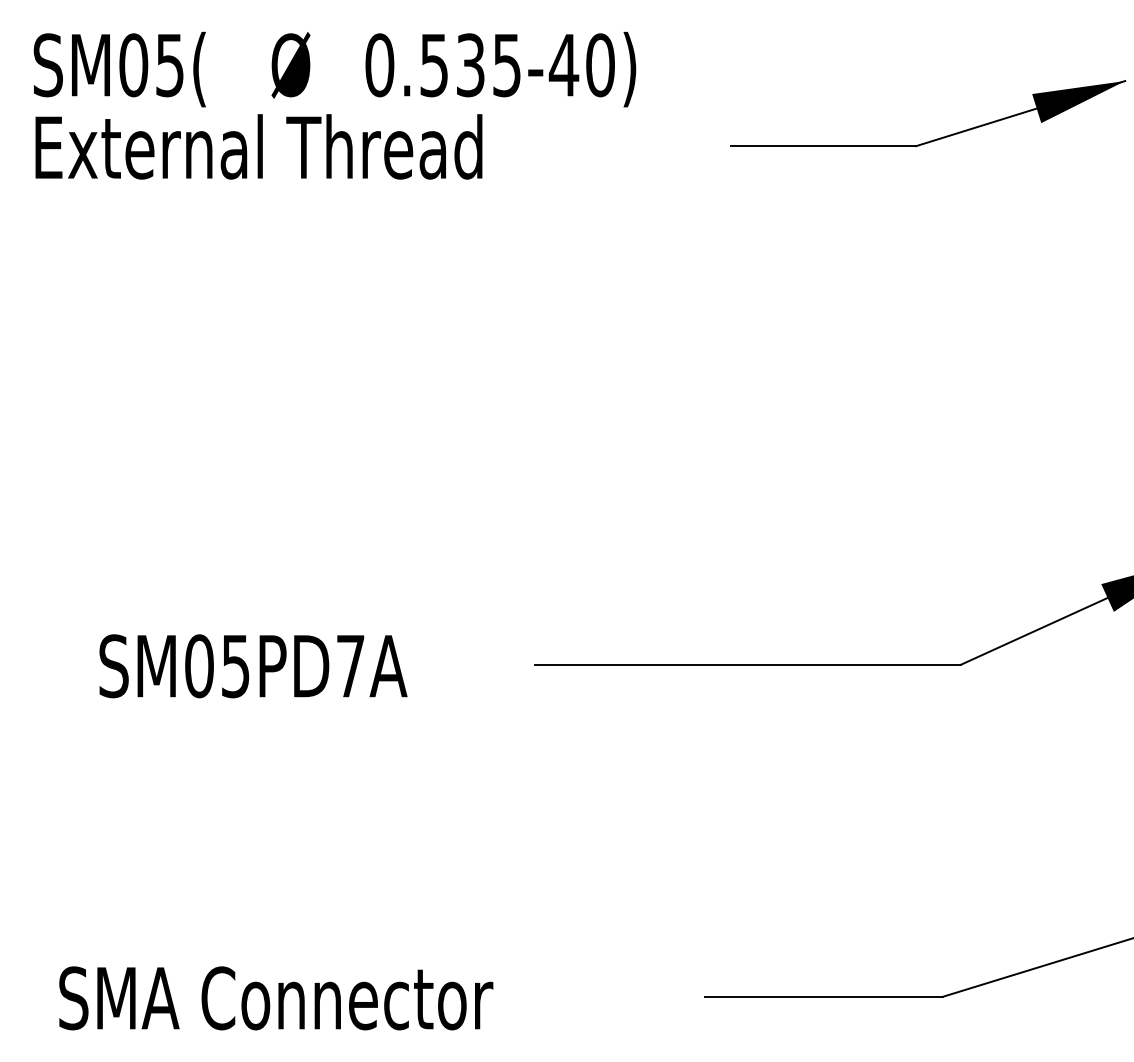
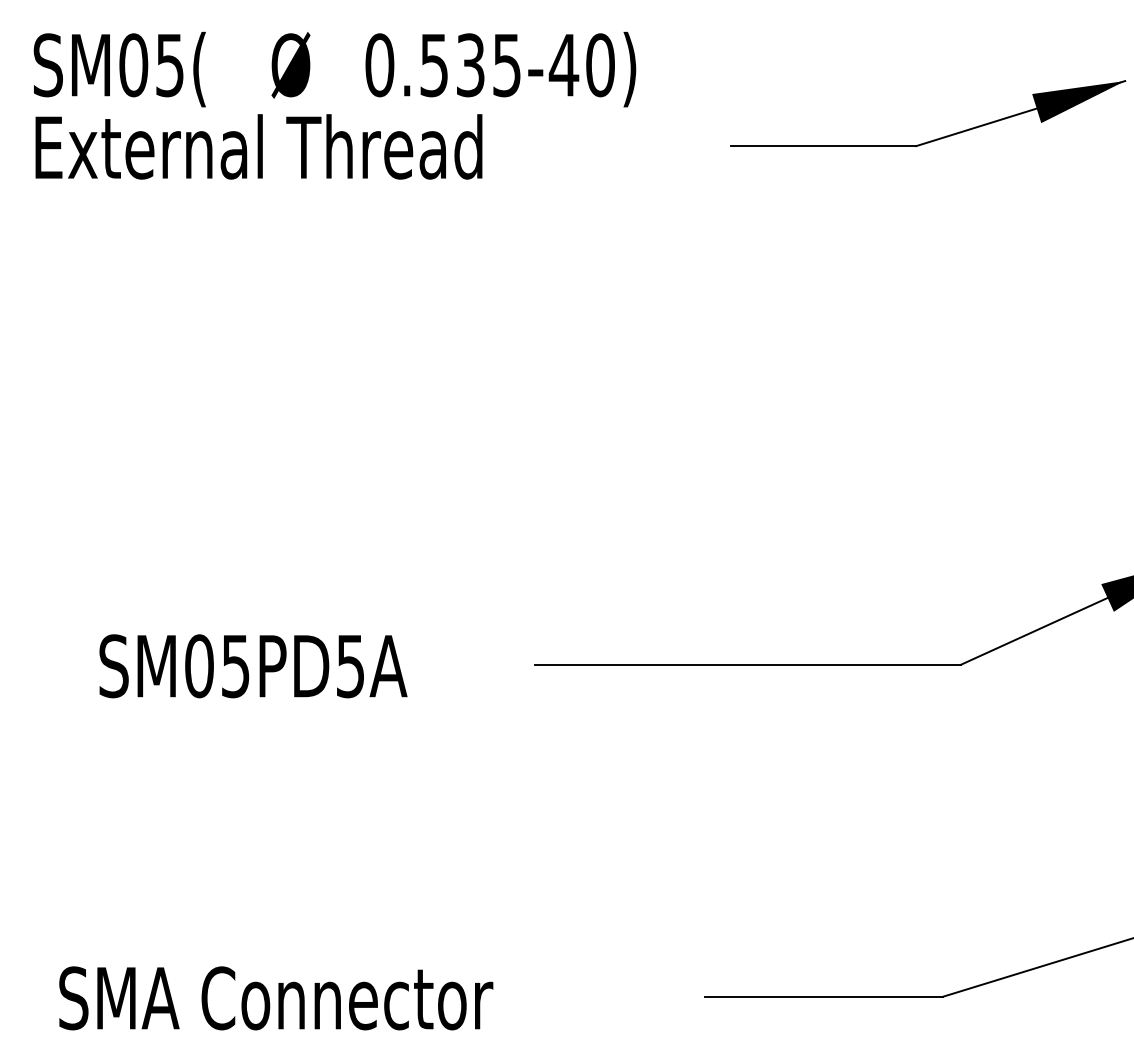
text at (350, 666): SM05PD7A -> SM05PD5A
